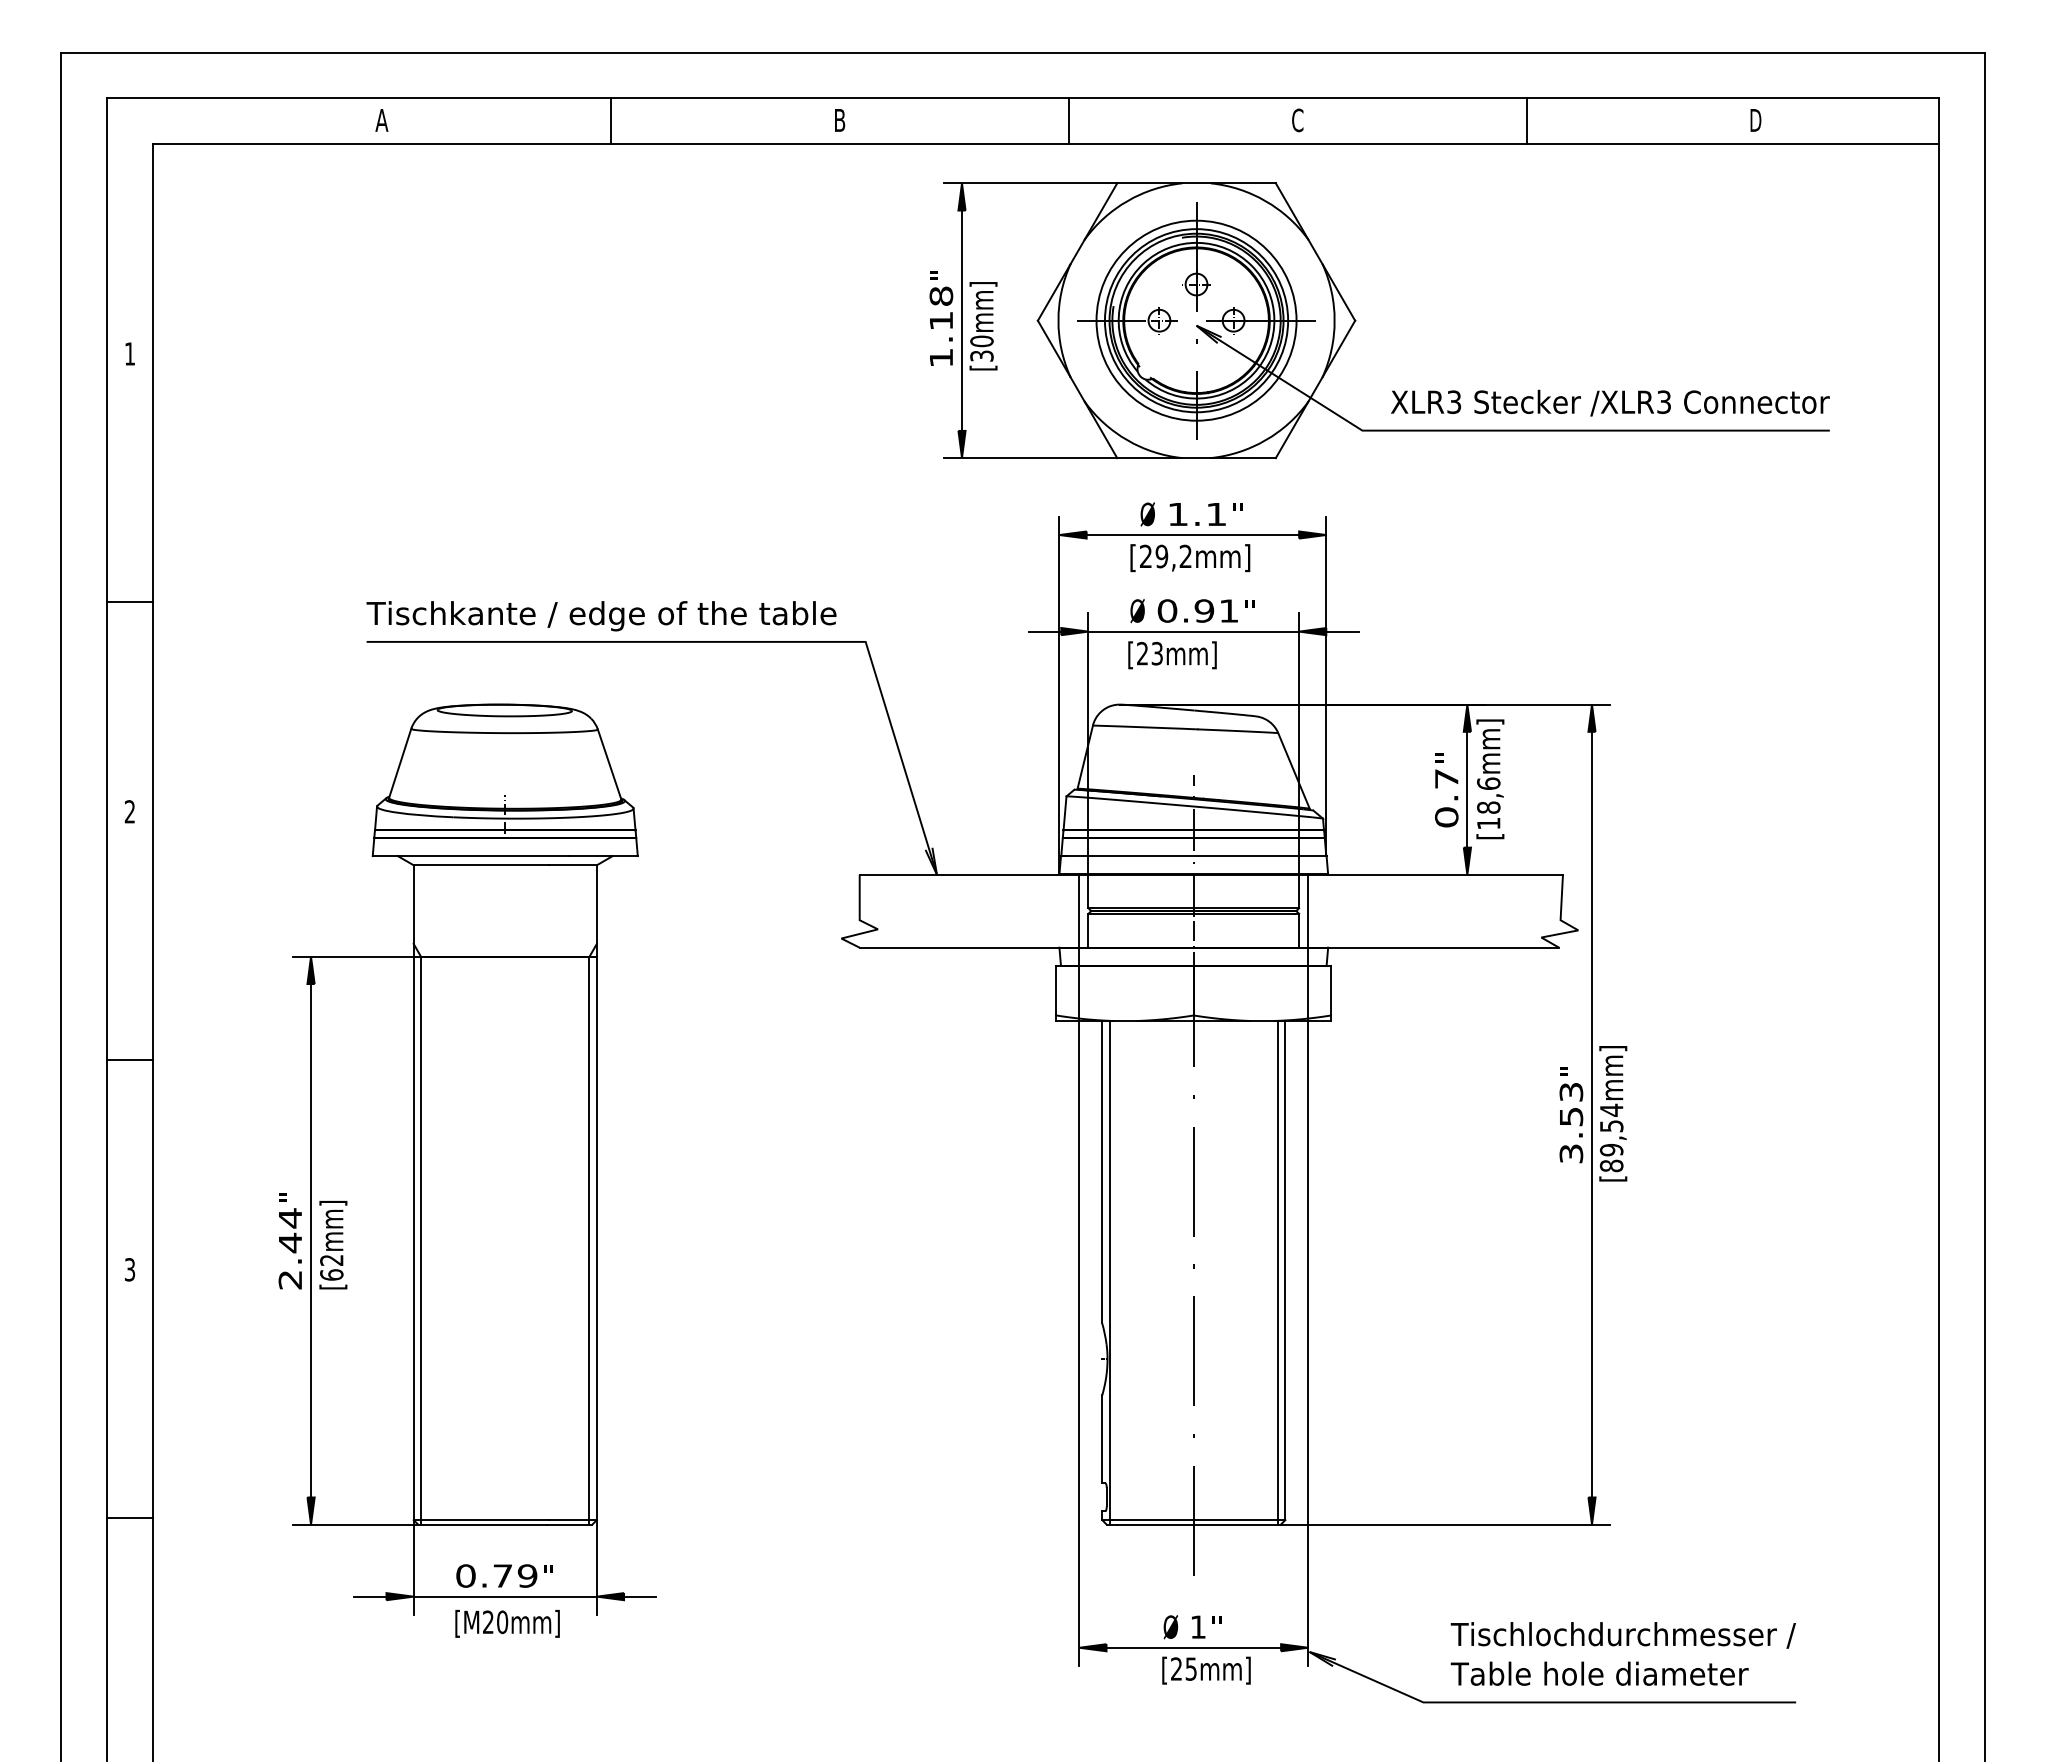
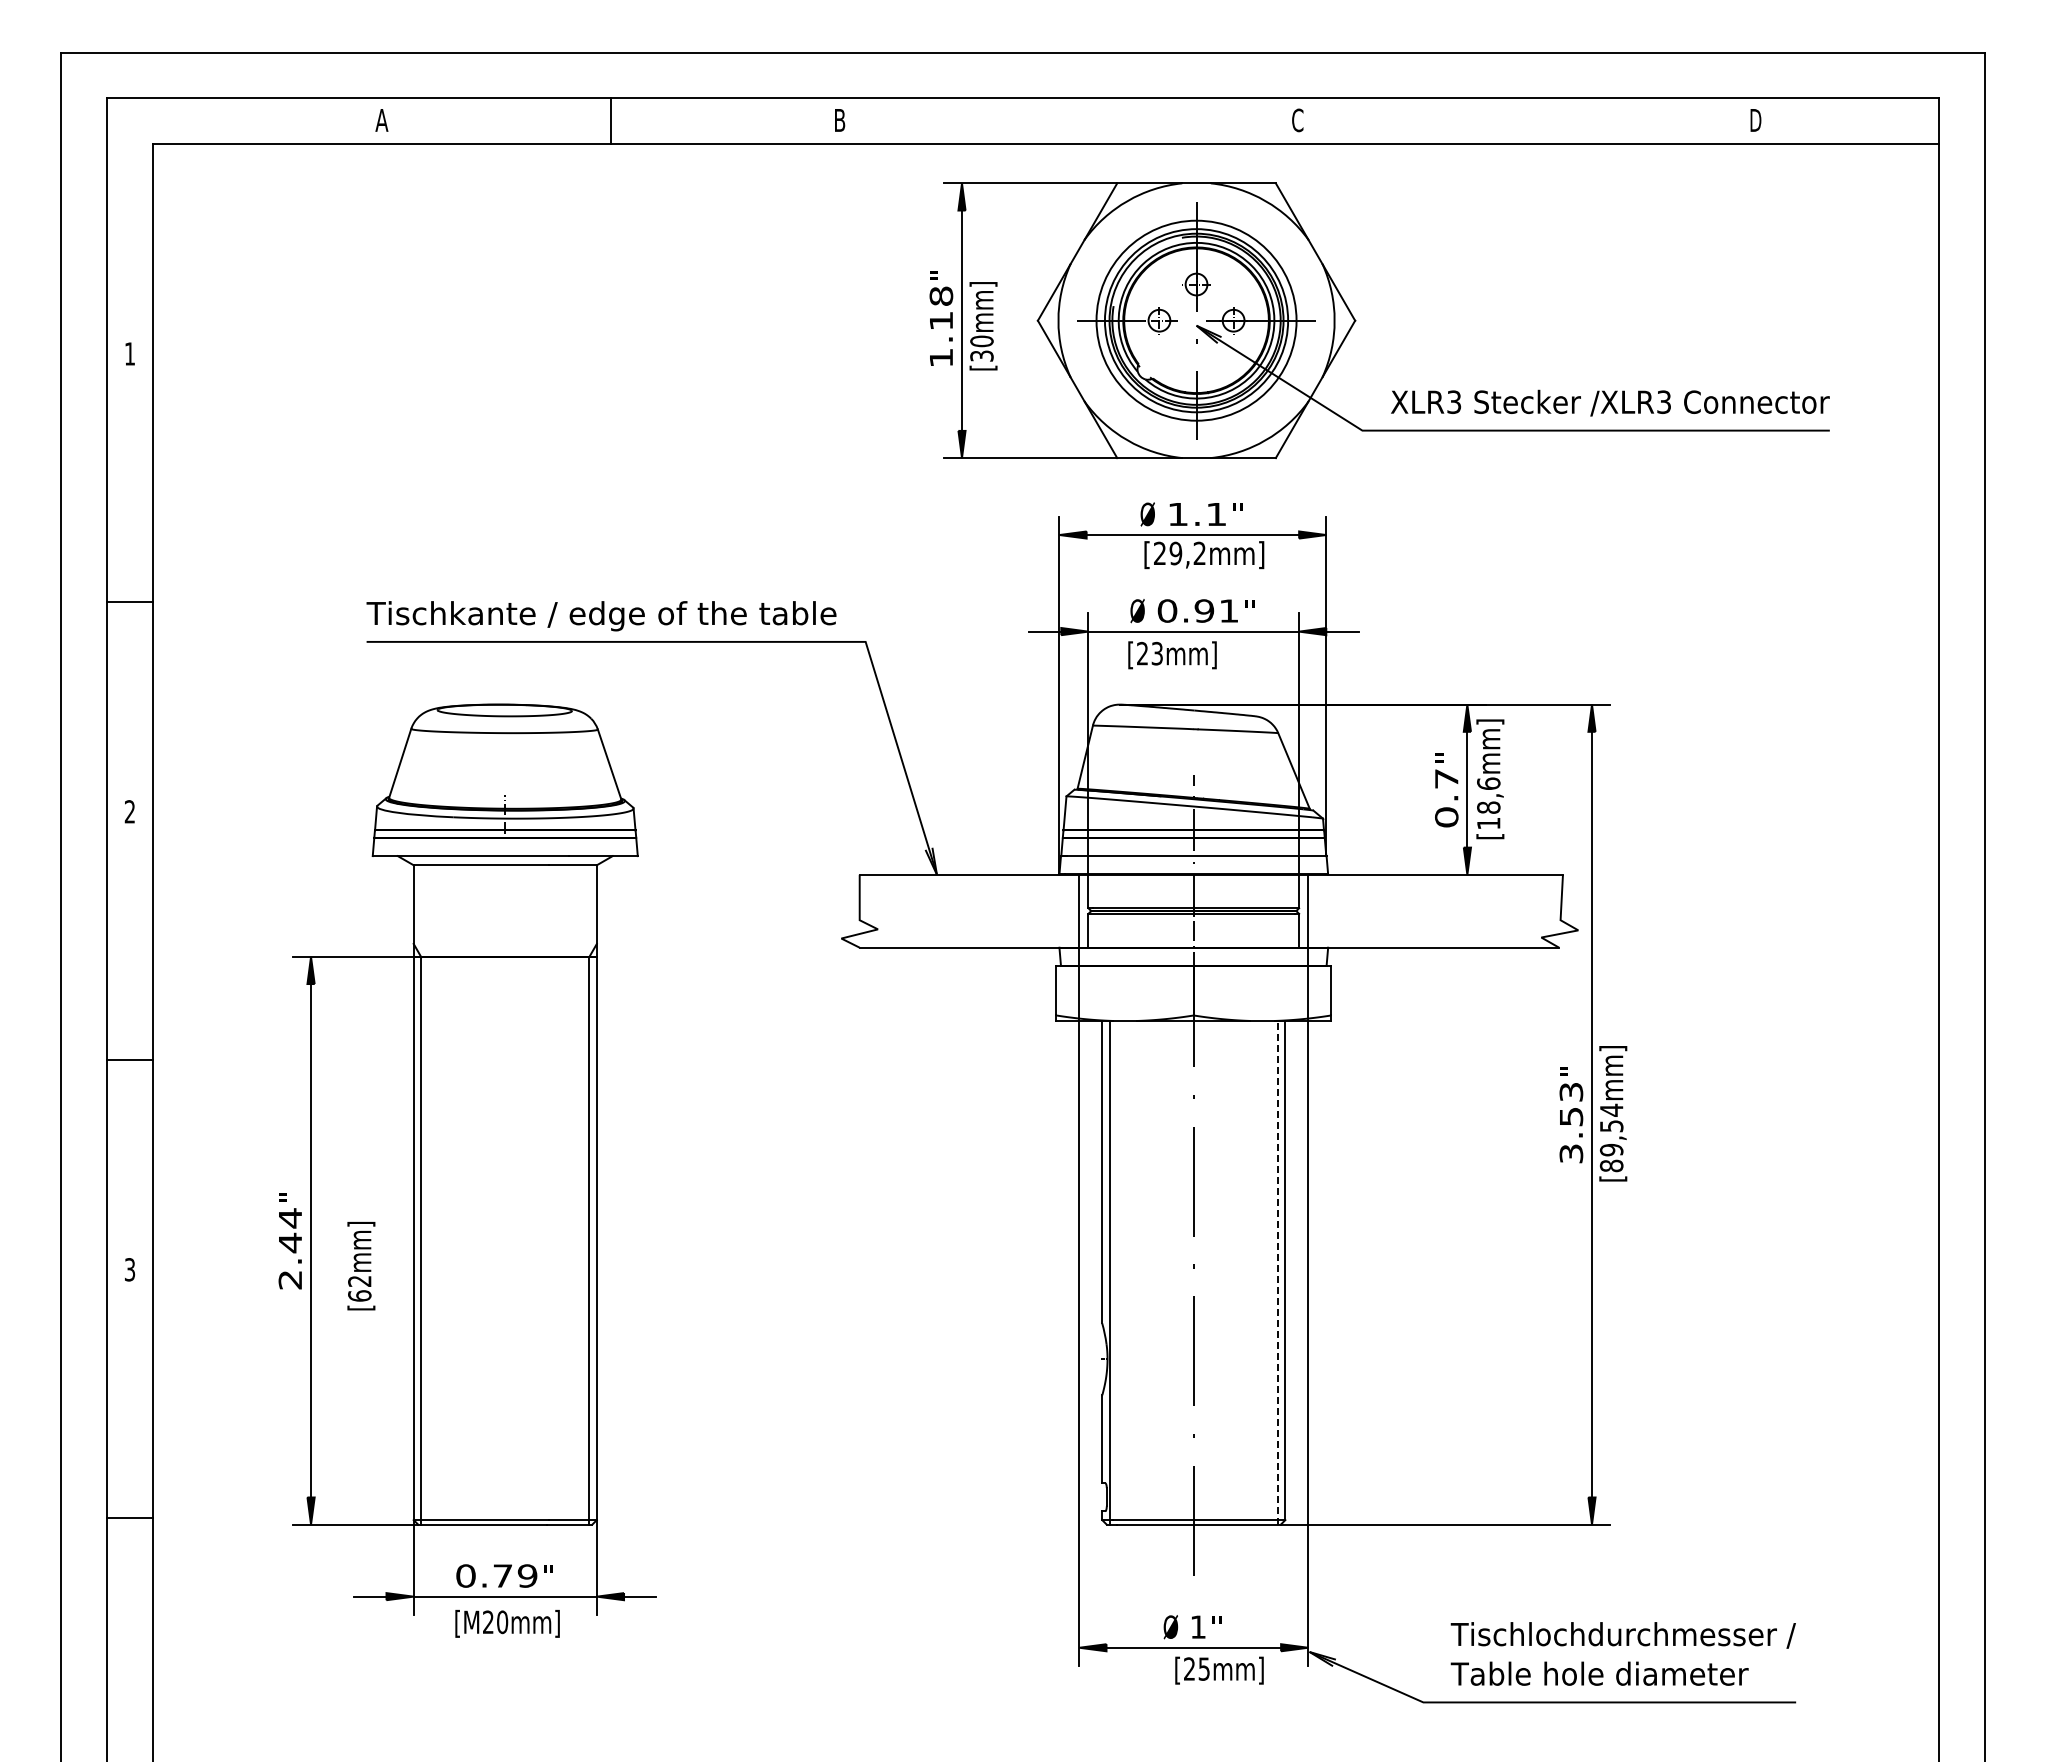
line at (1068, 121): present -> none
line at (1526, 121): present -> none
text at (1190, 558) position: (1190, 558) -> (1204, 555)
text at (333, 1245) position: (333, 1245) -> (361, 1266)
line at (1277, 1272): solid -> dashed
text at (1206, 1670) position: (1206, 1670) -> (1219, 1670)
